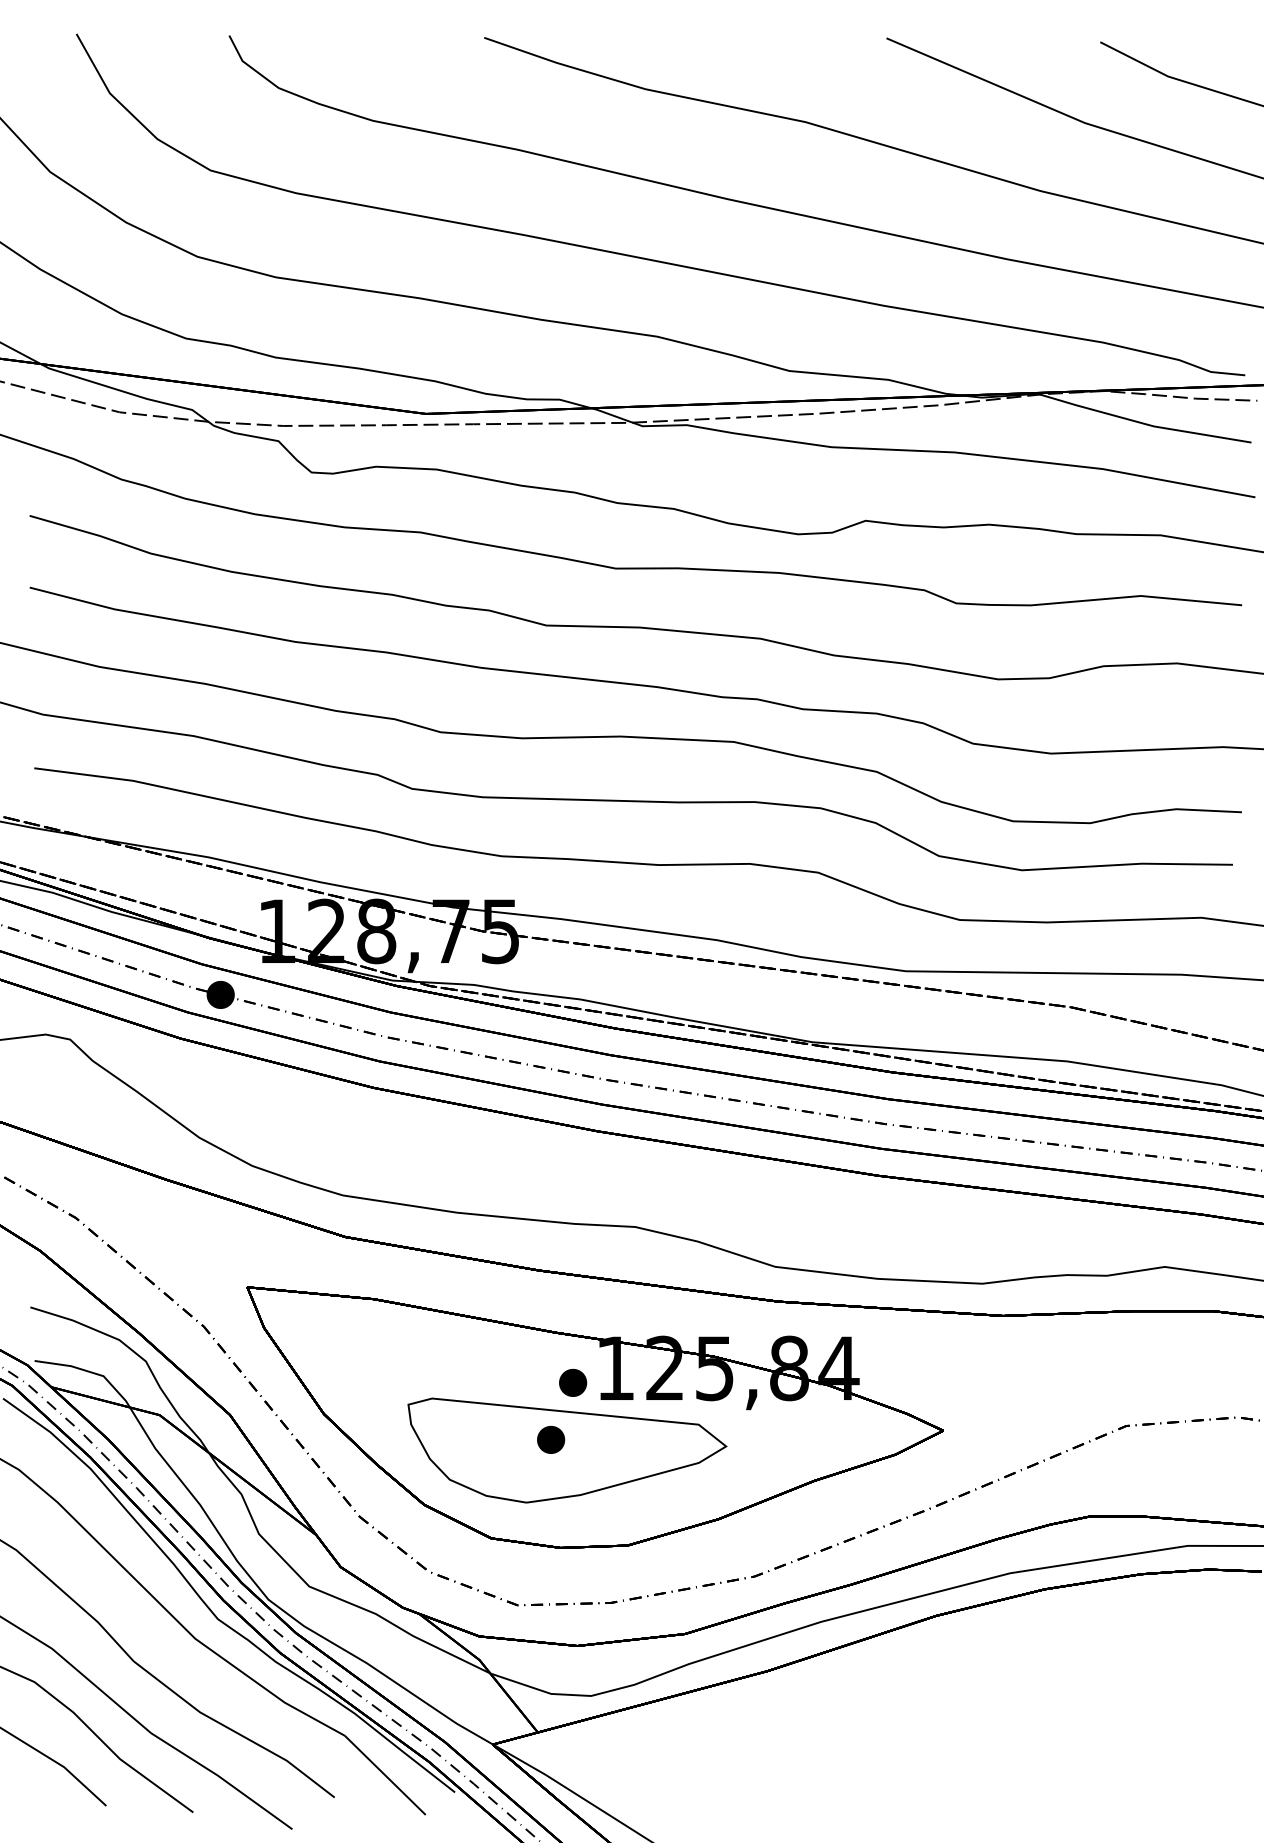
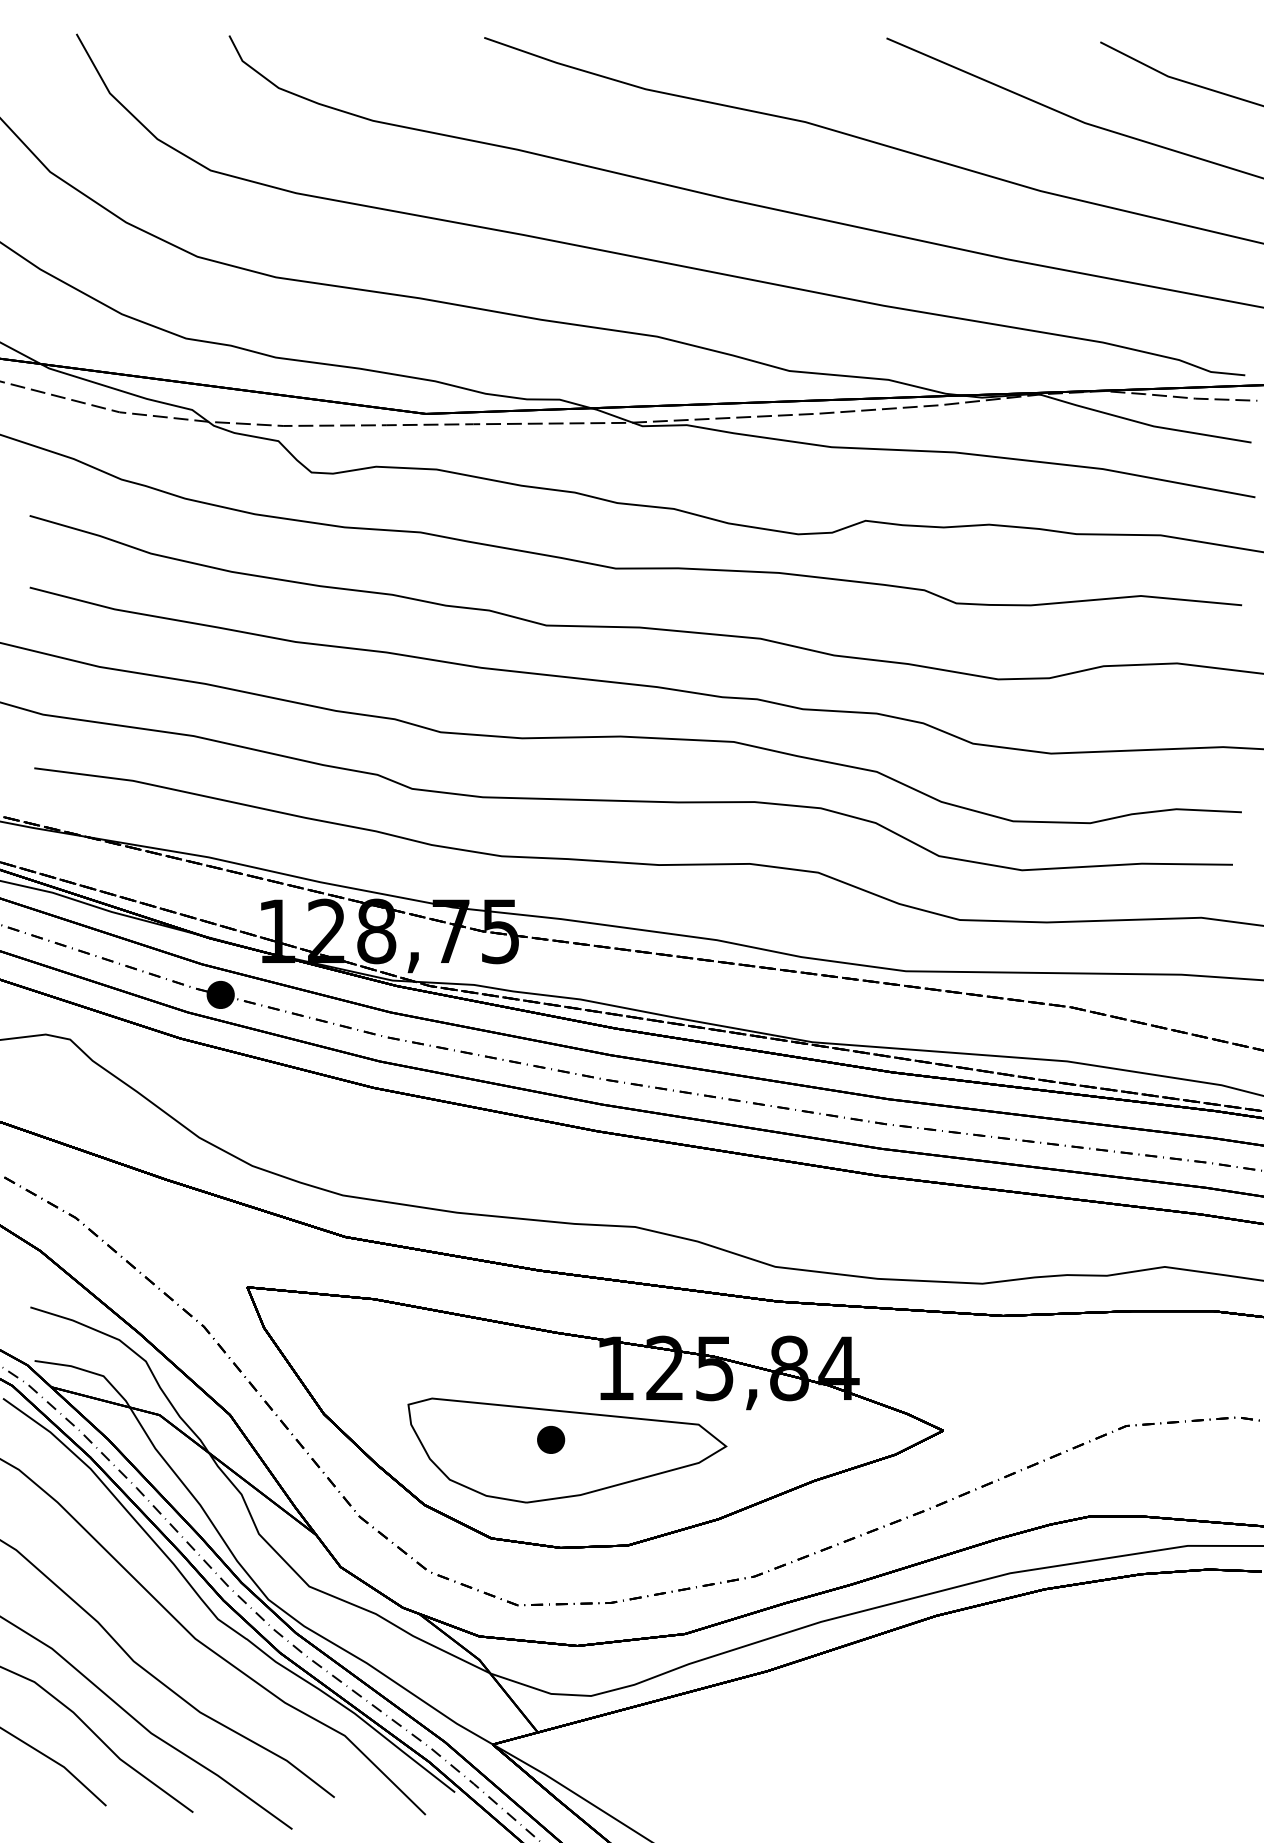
part at (573, 1382): present -> none
